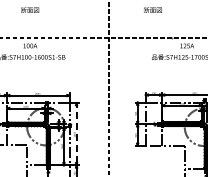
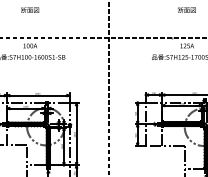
text at (152, 9) position: (152, 9) -> (186, 9)
line at (76, 134): dashed -> solid
